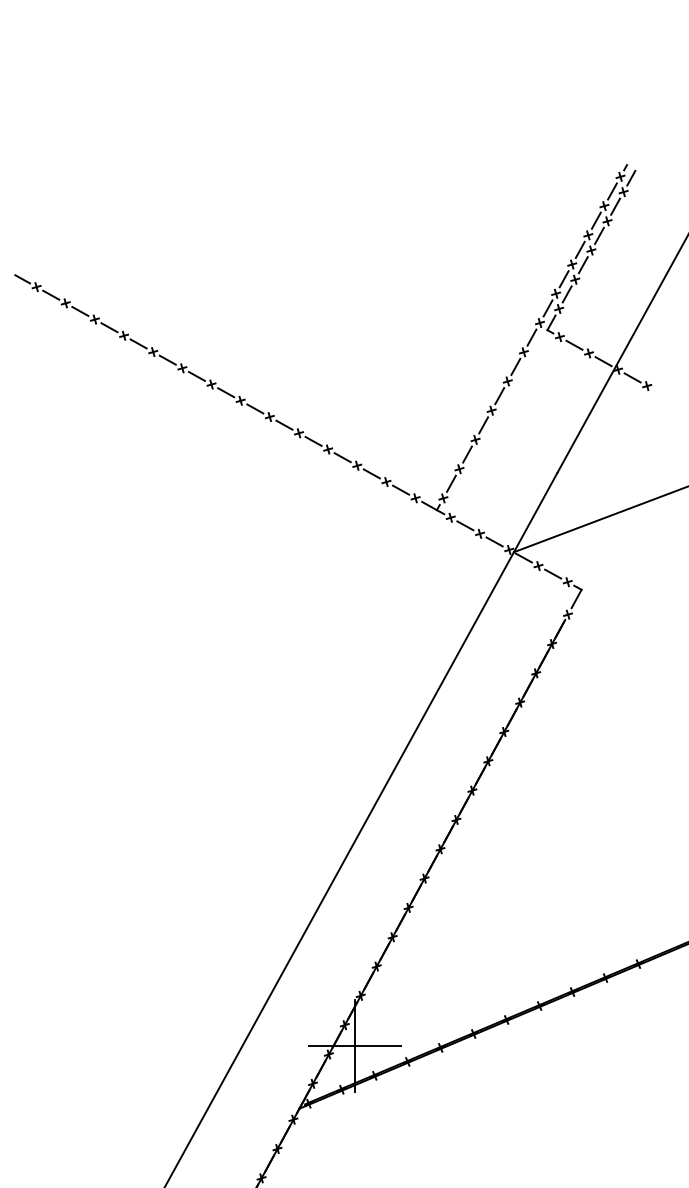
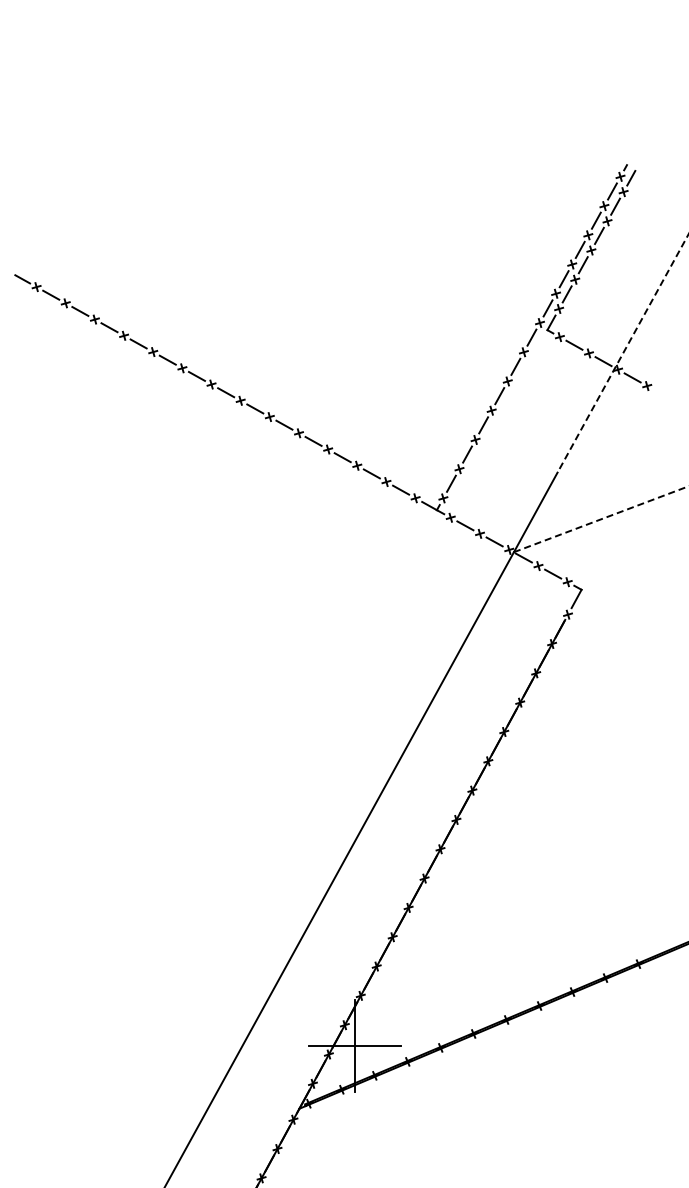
line at (622, 353): solid -> dashed
line at (601, 519): solid -> dashed
